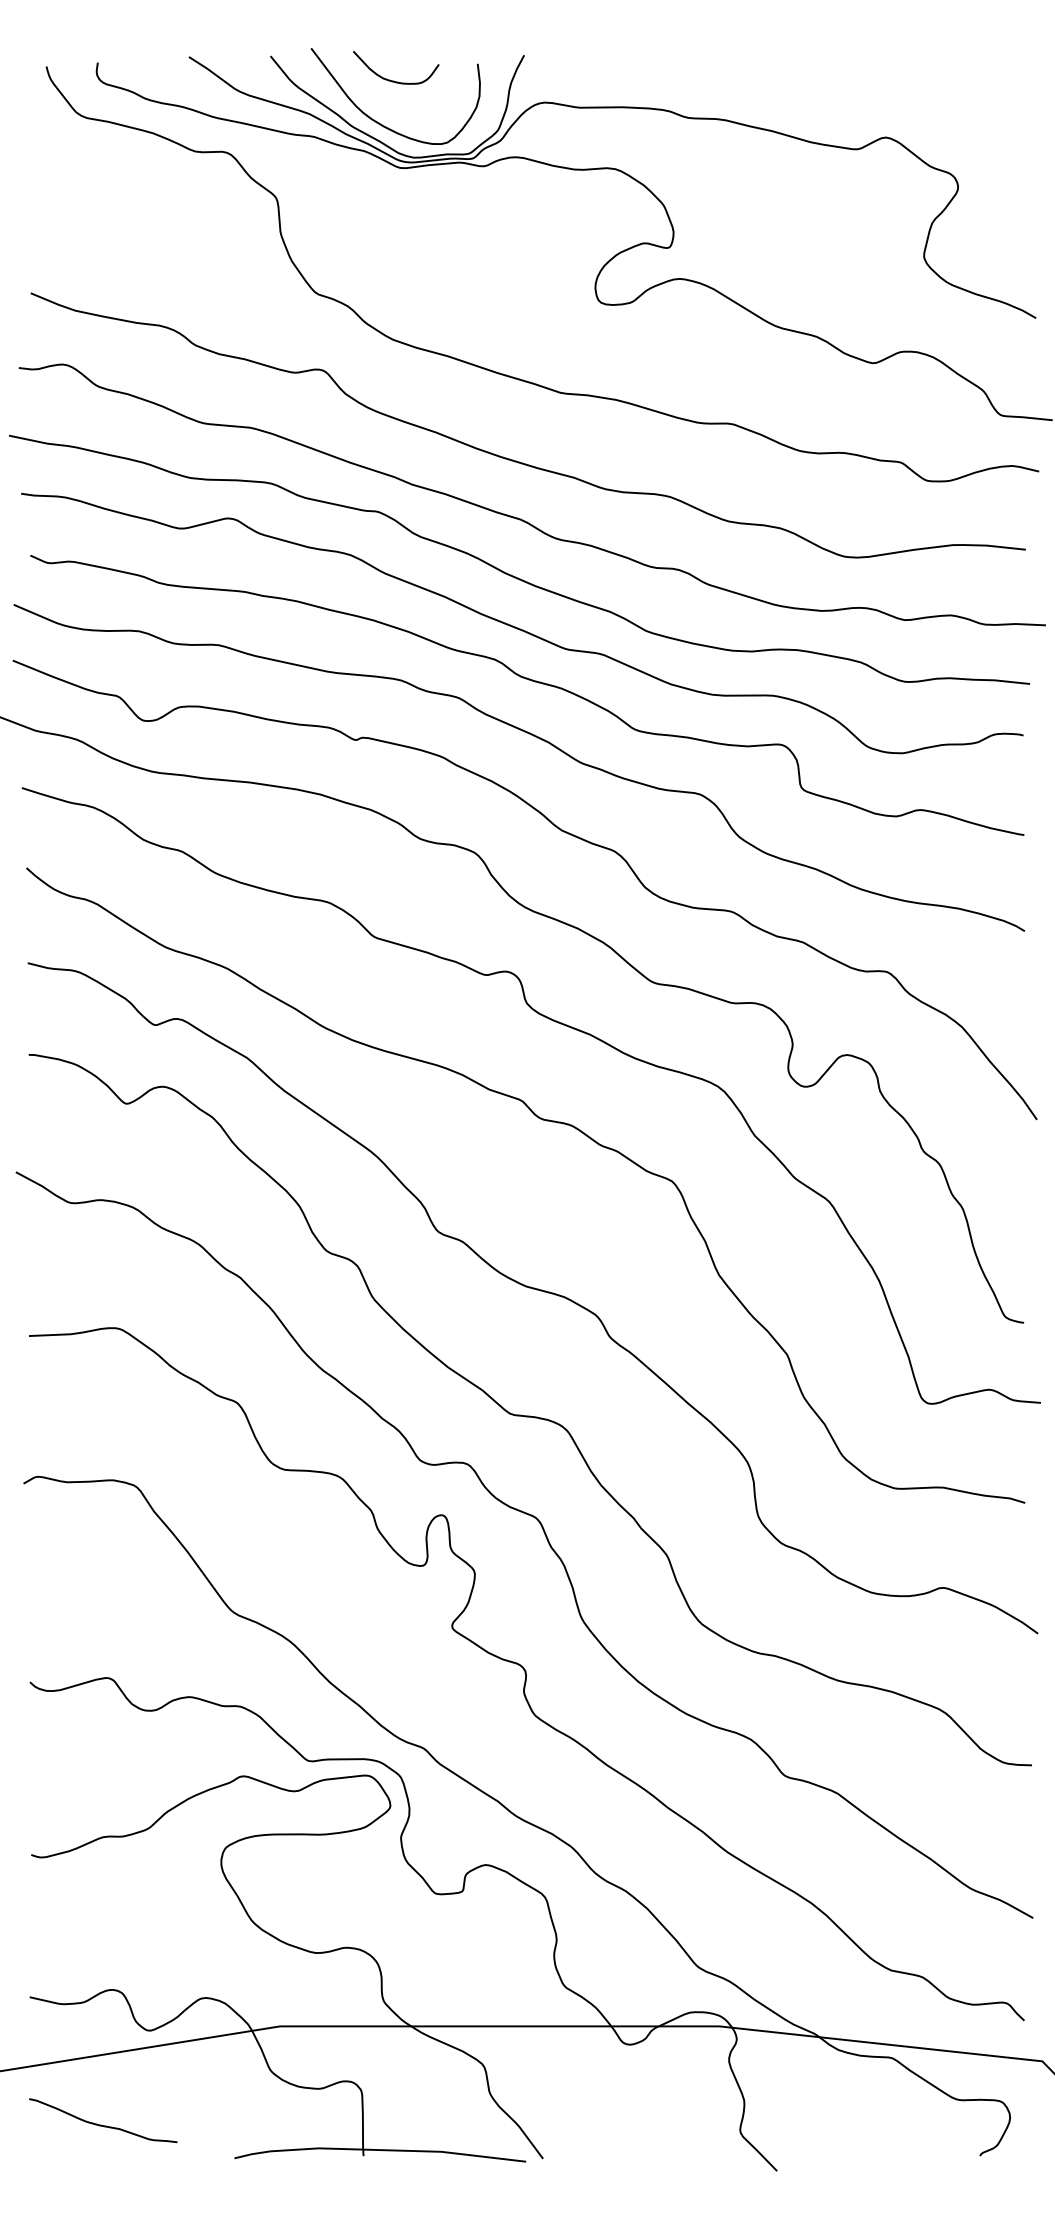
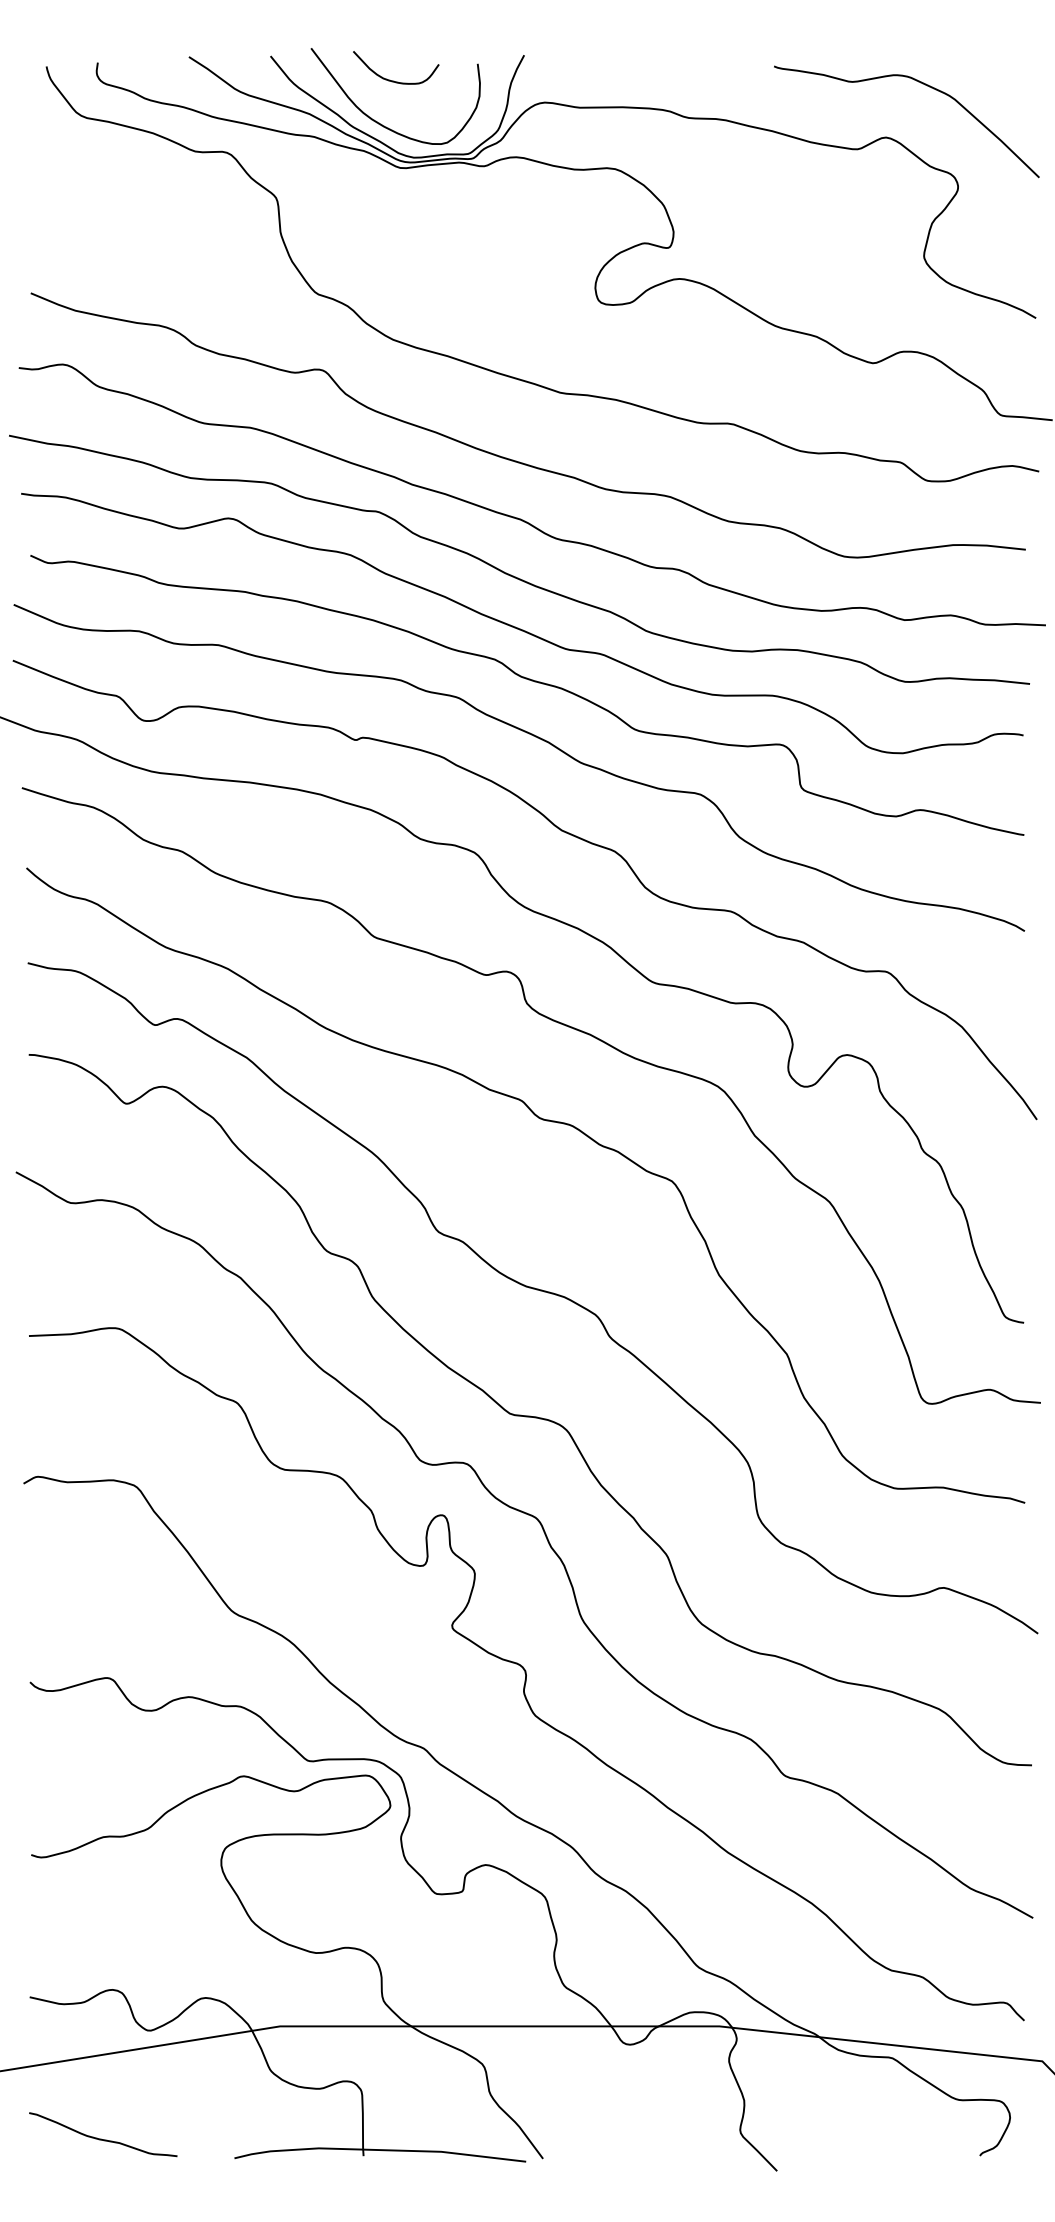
curve at (922, 84): none -> present
curve at (101, 2124) position: (101, 2124) -> (101, 2138)
